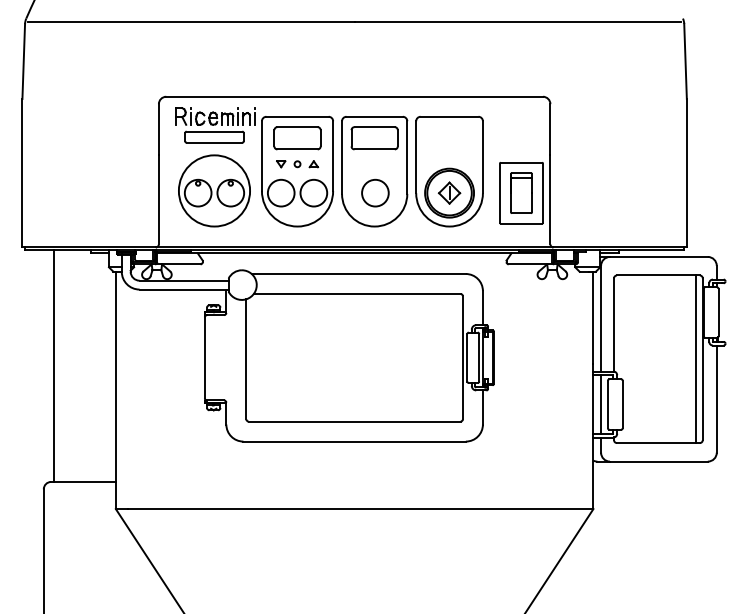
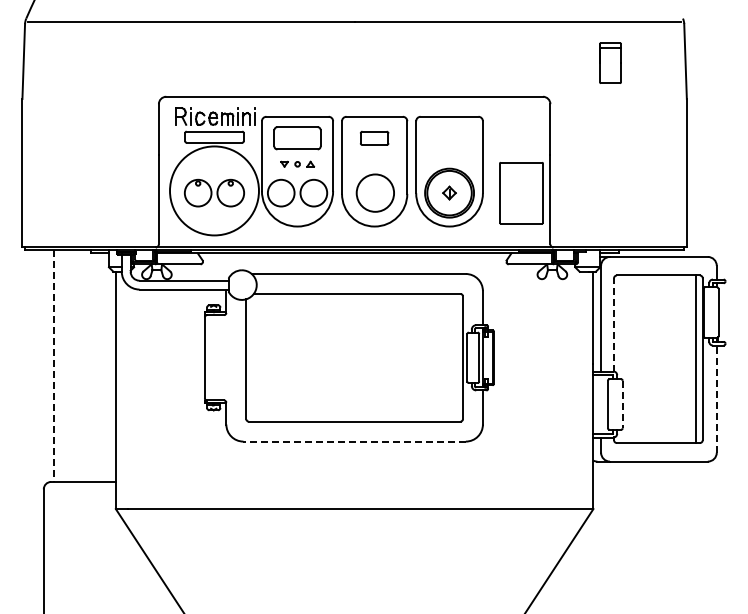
part at (374, 138) size: 49x25 px -> 30x16 px
part at (297, 164) size: 44x9 px -> 35x8 px
circle at (214, 190) diameter: 71 px -> 89 px
circle at (375, 192) diameter: 27 px -> 37 px
part at (449, 192) size: 25x24 px -> 15x16 px
part at (521, 192) position: (521, 192) -> (610, 62)
line at (614, 325): solid -> dashed
line at (53, 366): solid -> dashed
line at (716, 399): solid -> dashed
line at (601, 404): present -> none
line at (622, 404): solid -> dashed
line at (354, 441): solid -> dashed
